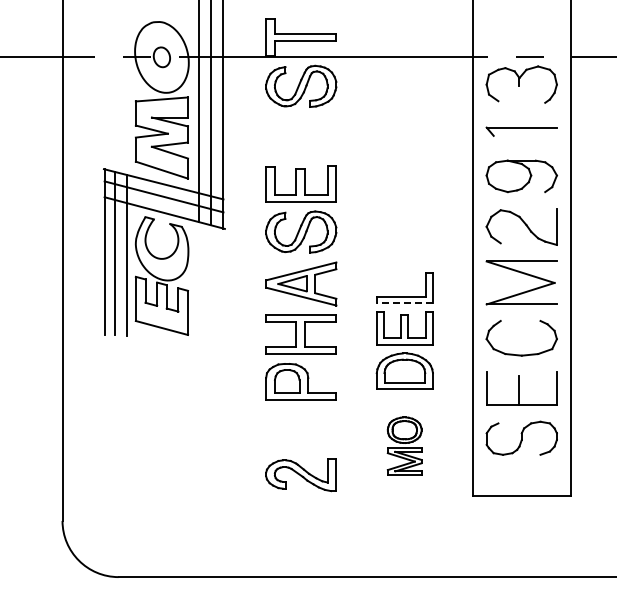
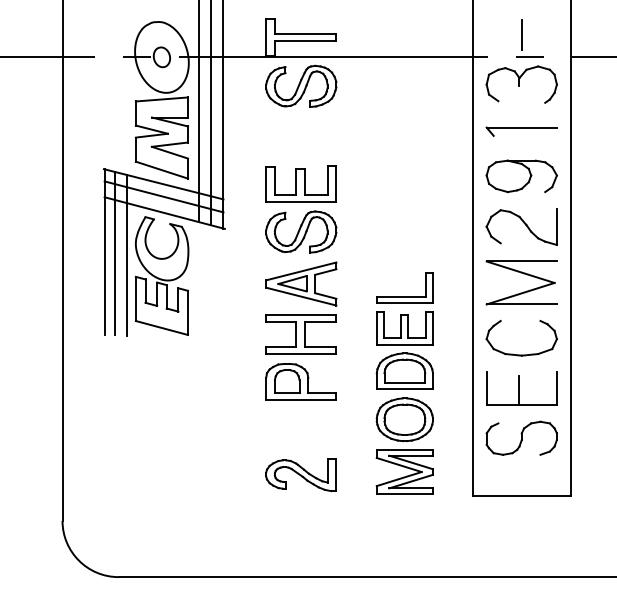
line at (521, 34): none -> present
line at (404, 302): dashed -> solid
part at (404, 445) size: 37x60 px -> 59x98 px
